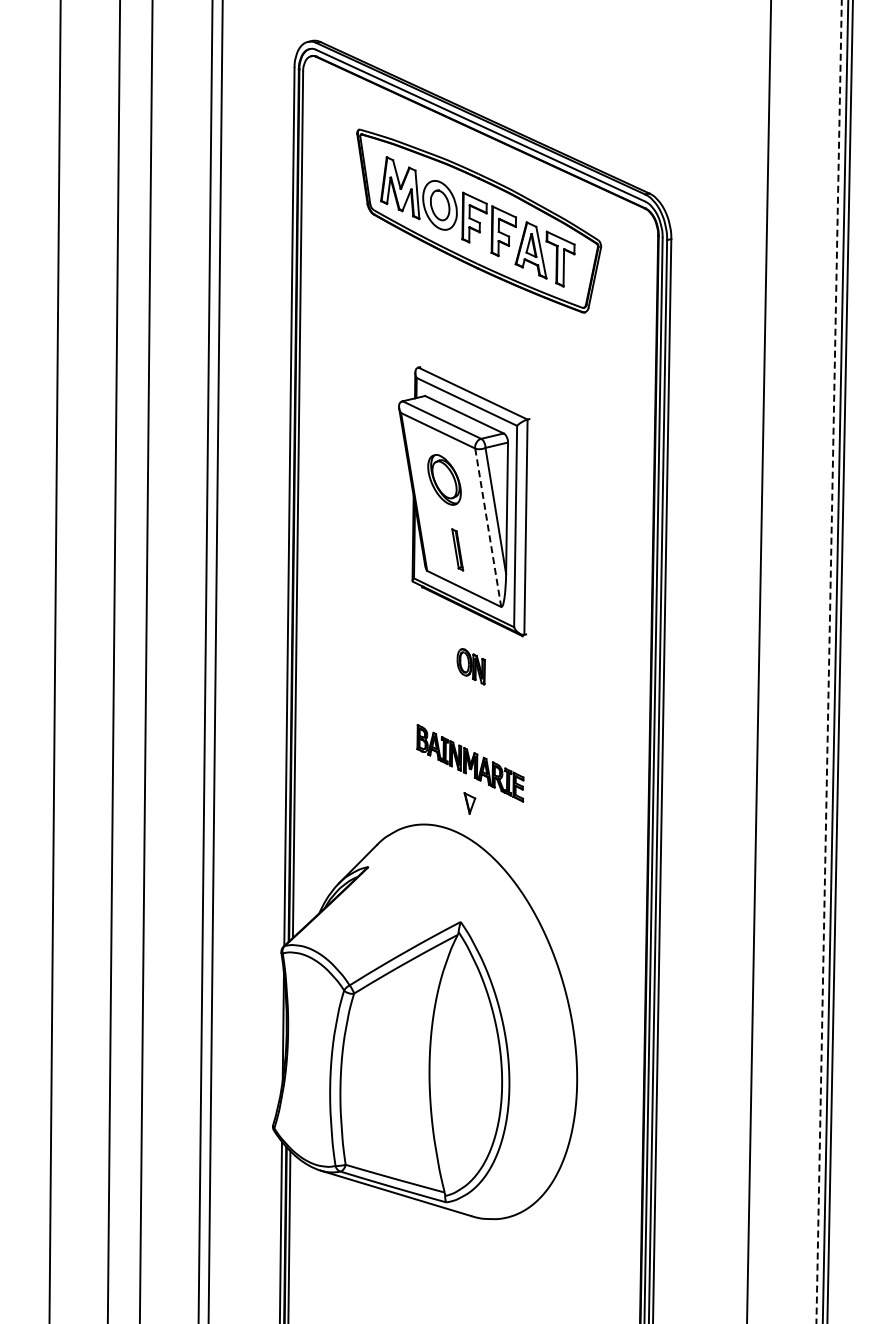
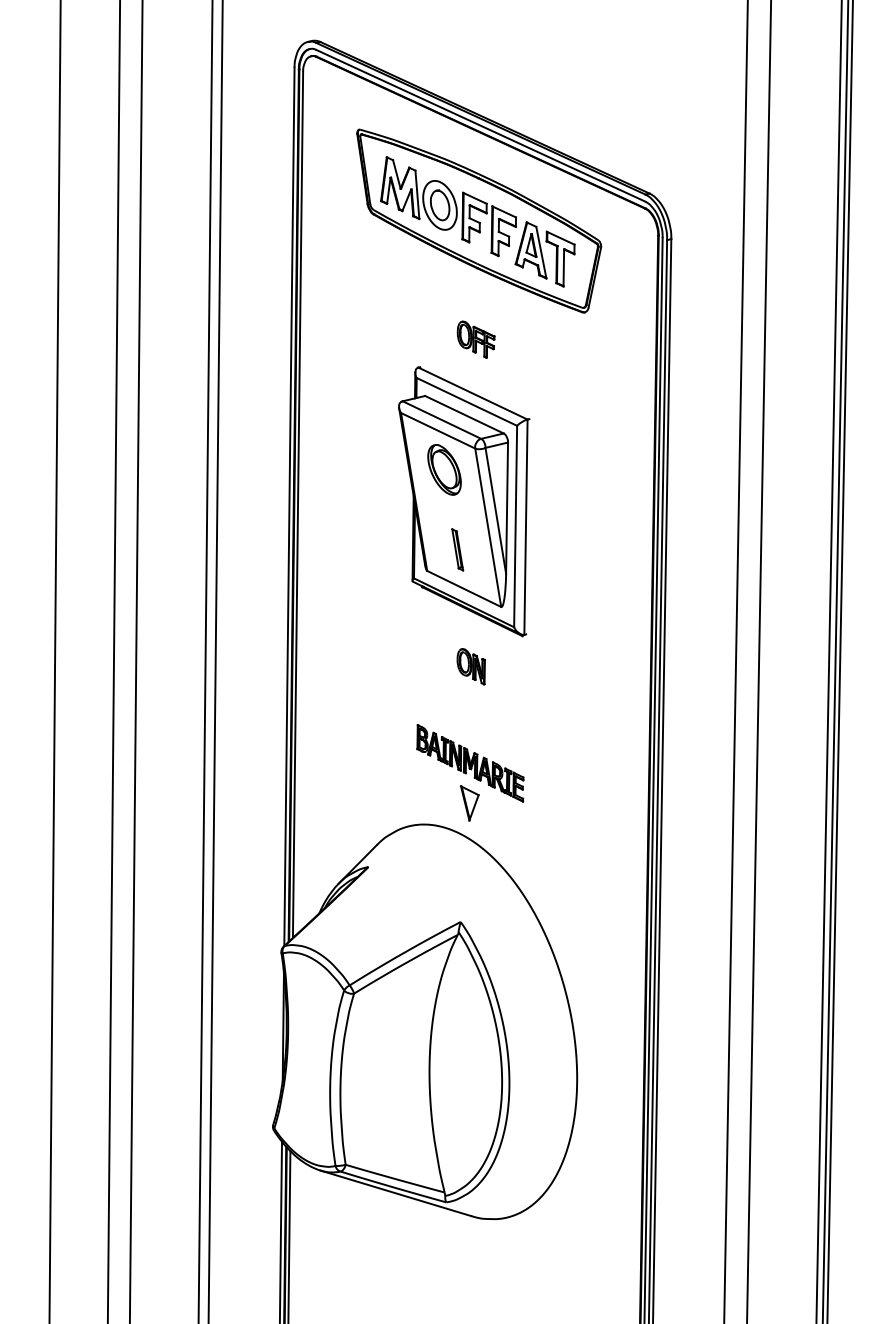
part at (475, 339): none -> present
part at (444, 479) position: (444, 479) -> (444, 469)
line at (488, 528): dashed -> solid
line at (145, 661) position: (145, 661) -> (135, 661)
line at (735, 661): none -> present
line at (829, 662): dashed -> solid
part at (469, 803) size: 14x23 px -> 20x37 px
